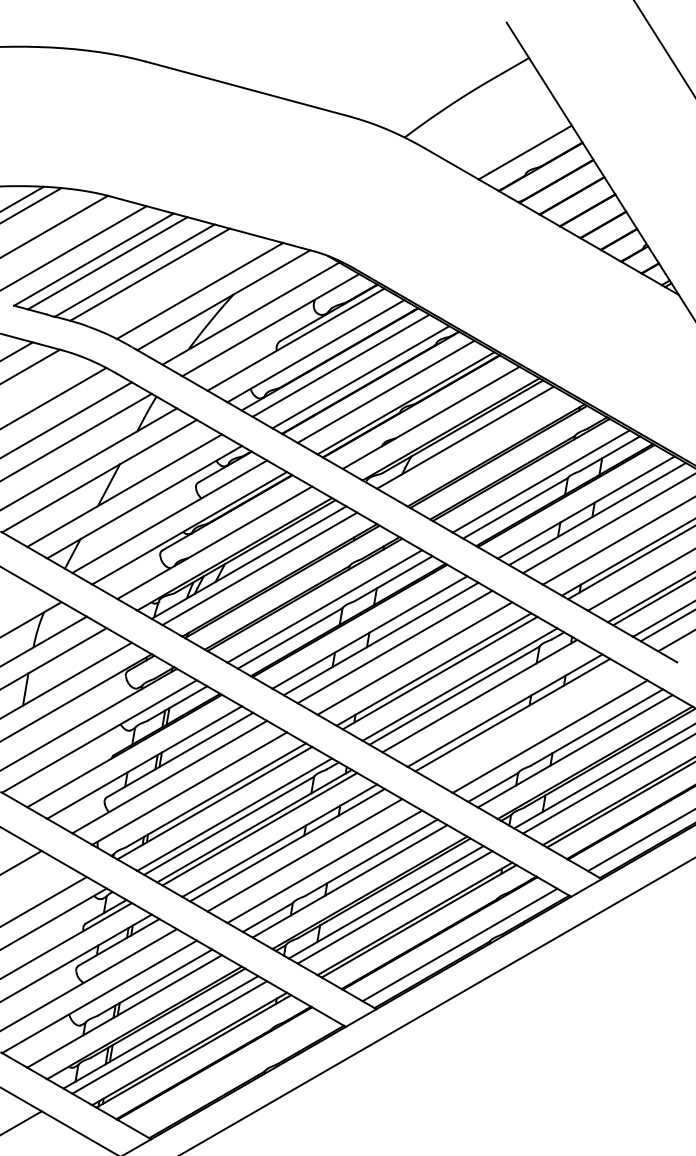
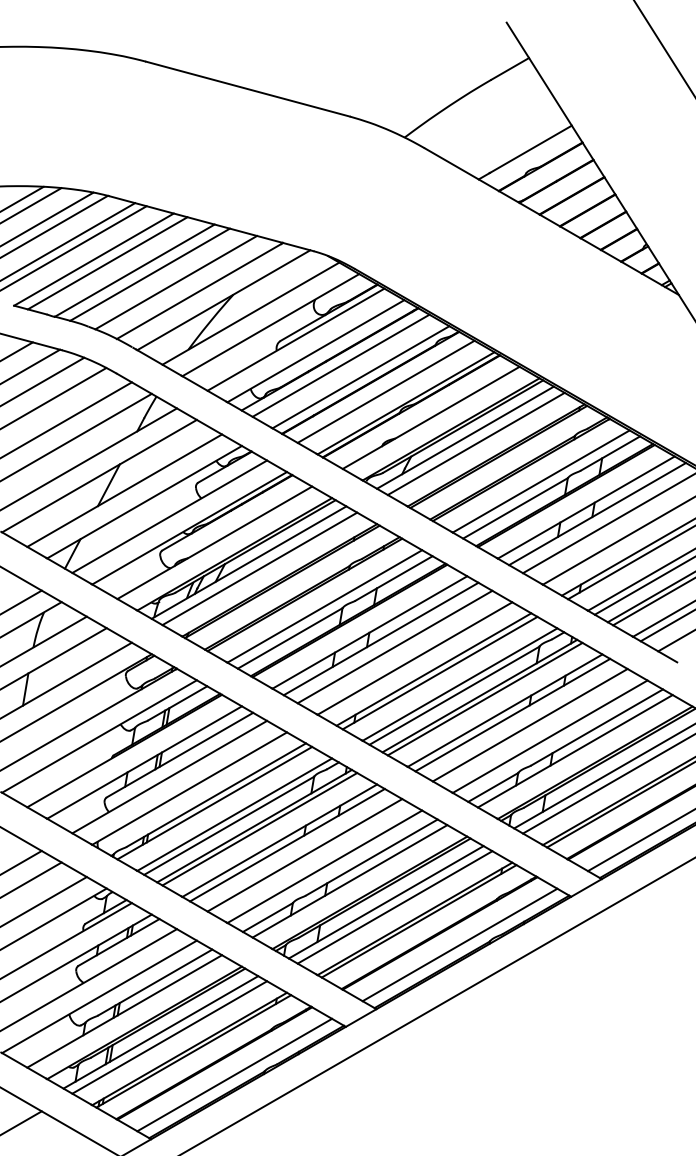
line at (47, 218): none -> present
line at (68, 241): none -> present
line at (176, 282): none -> present
line at (43, 380): none -> present
line at (475, 443): none -> present
line at (643, 586): none -> present
line at (21, 601): none -> present
line at (484, 698): none -> present
line at (529, 725): none -> present
line at (31, 879): none -> present
line at (234, 1074): none -> present
